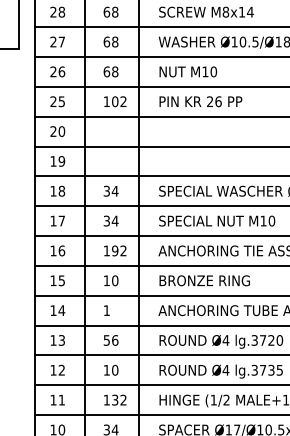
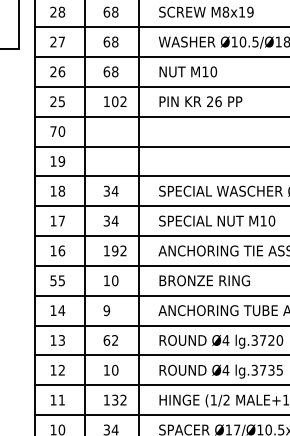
text at (250, 11): M8x14 -> M8x19
text at (53, 131): 20 -> 70
text at (53, 280): 15 -> 55
text at (106, 310): 1 -> 9
text at (110, 340): 56 -> 62
